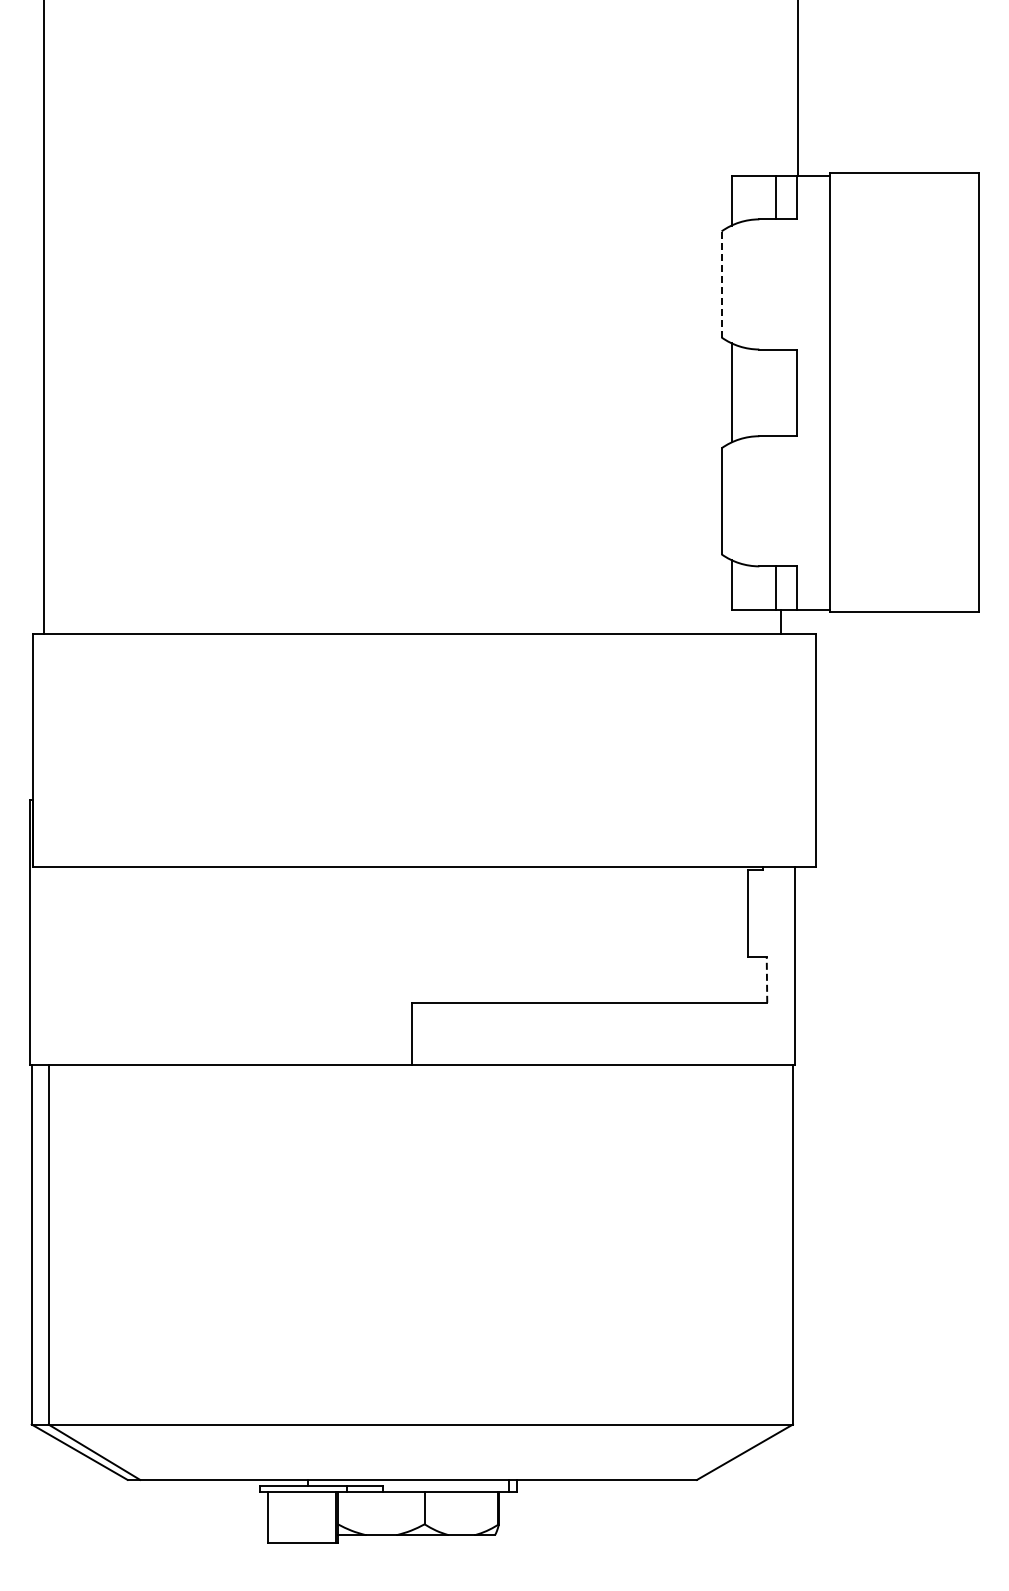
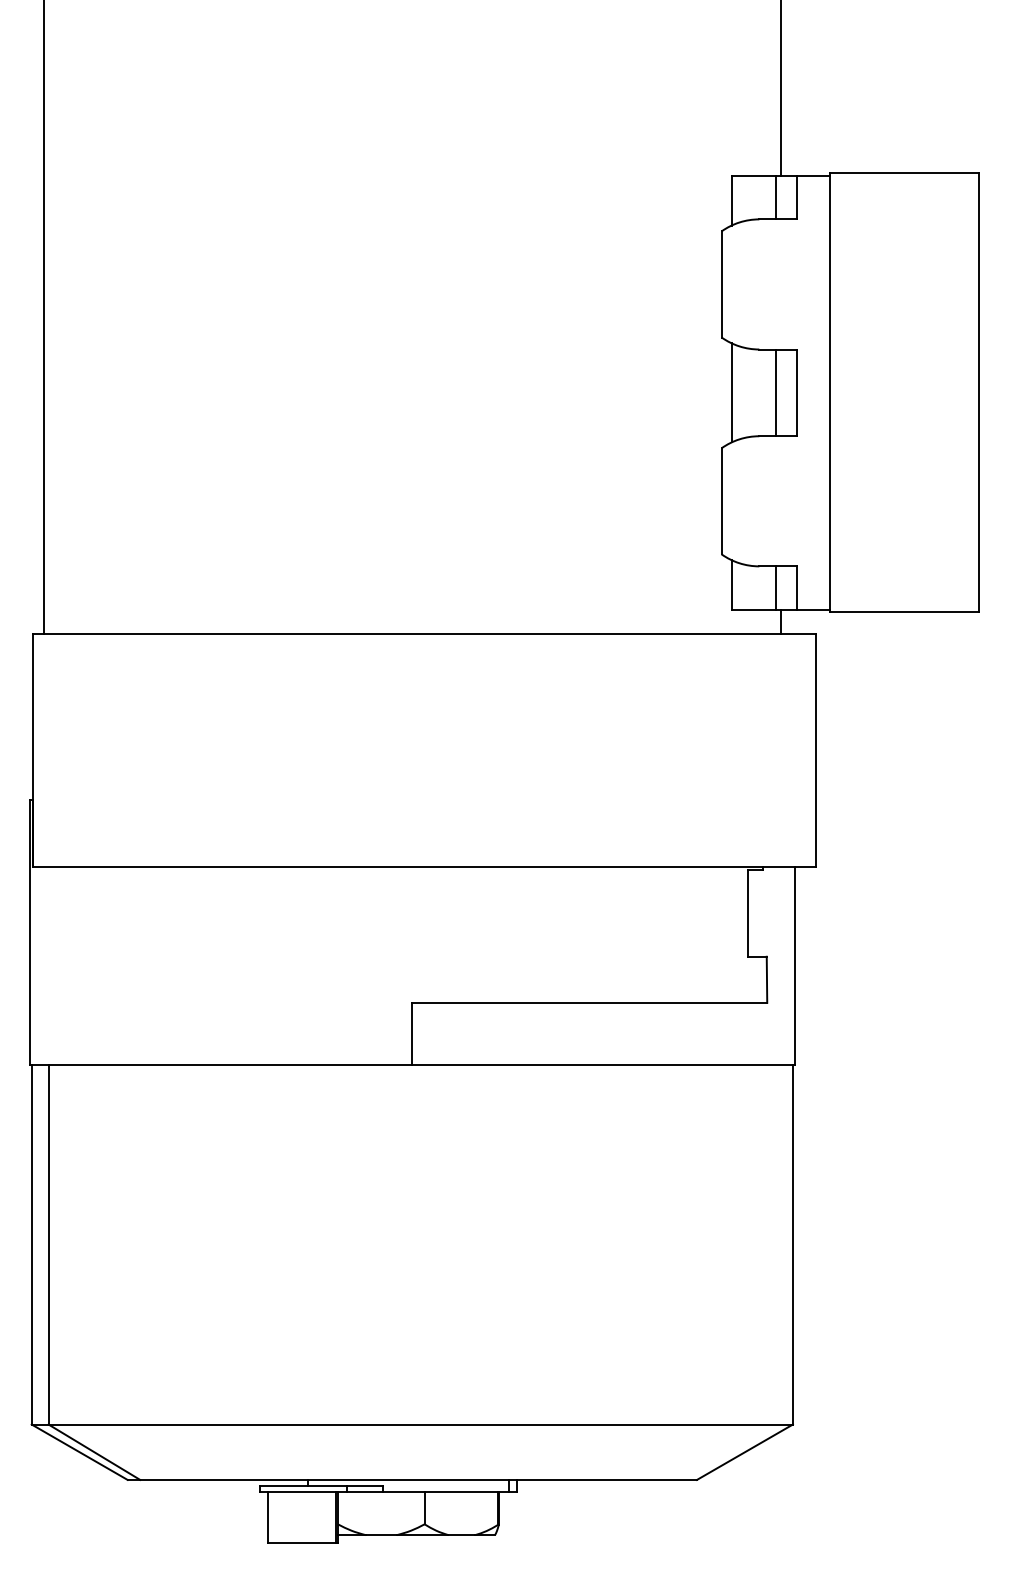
line at (798, 89) position: (798, 89) -> (781, 89)
line at (721, 283): dashed -> solid
line at (775, 392): none -> present
line at (766, 979): dashed -> solid
